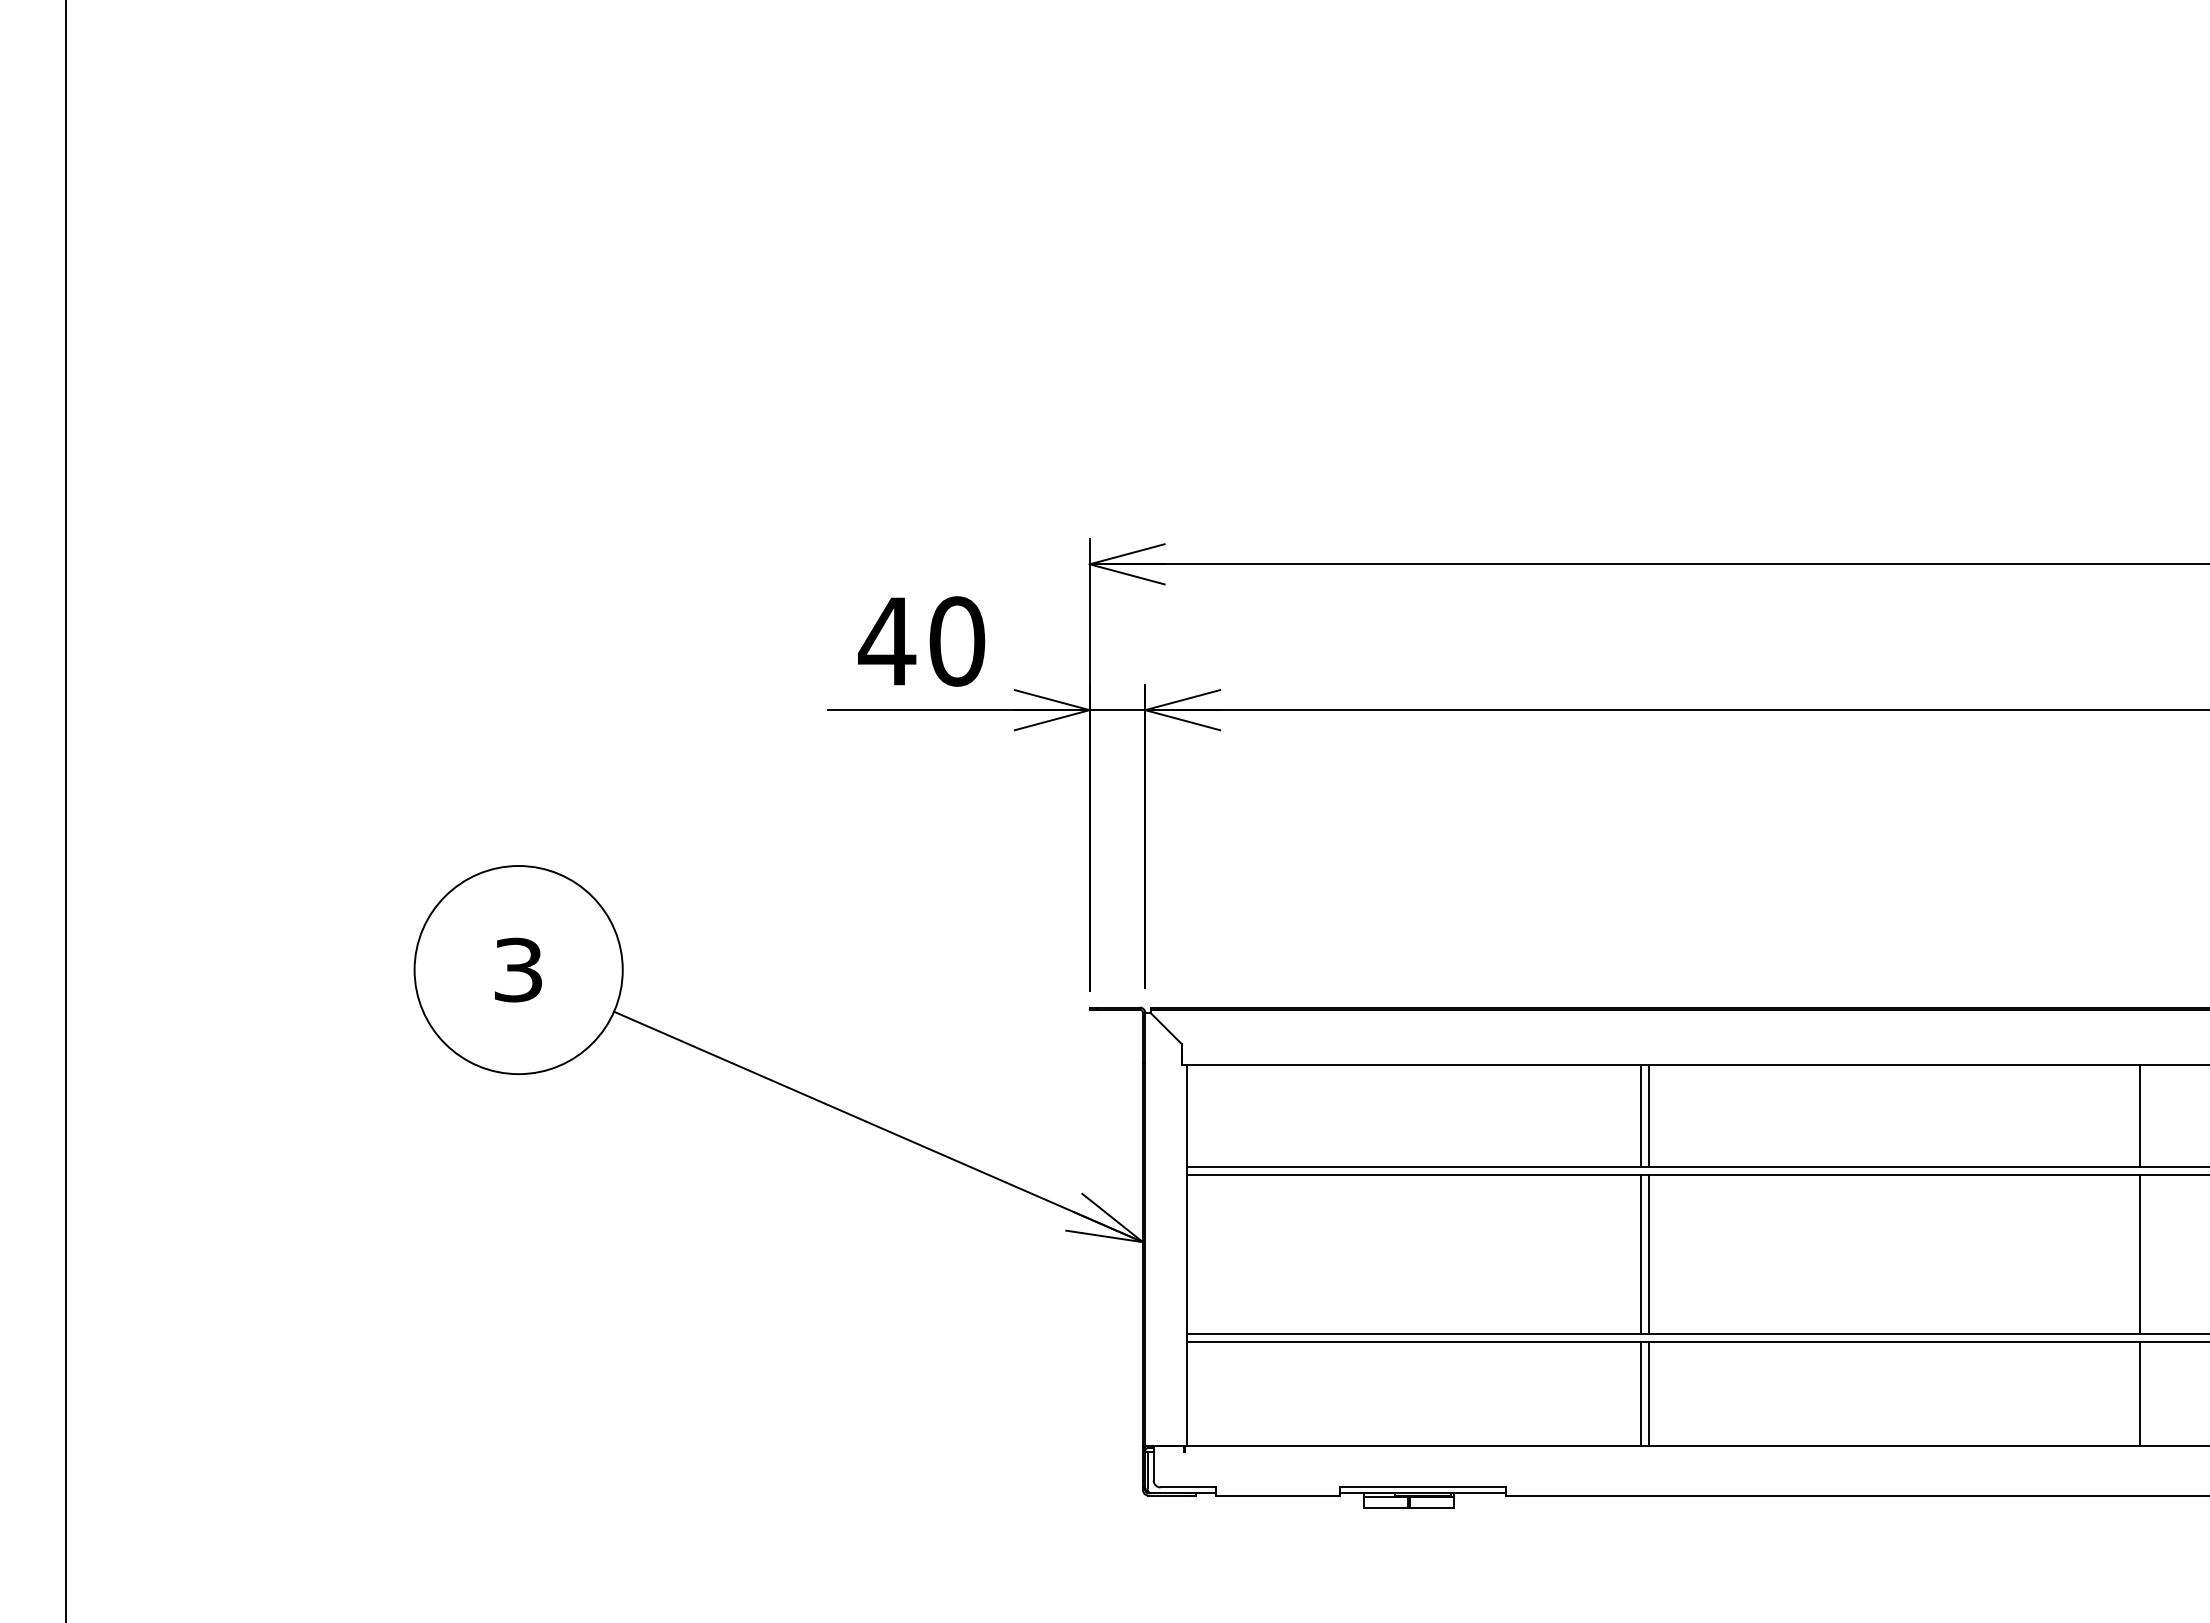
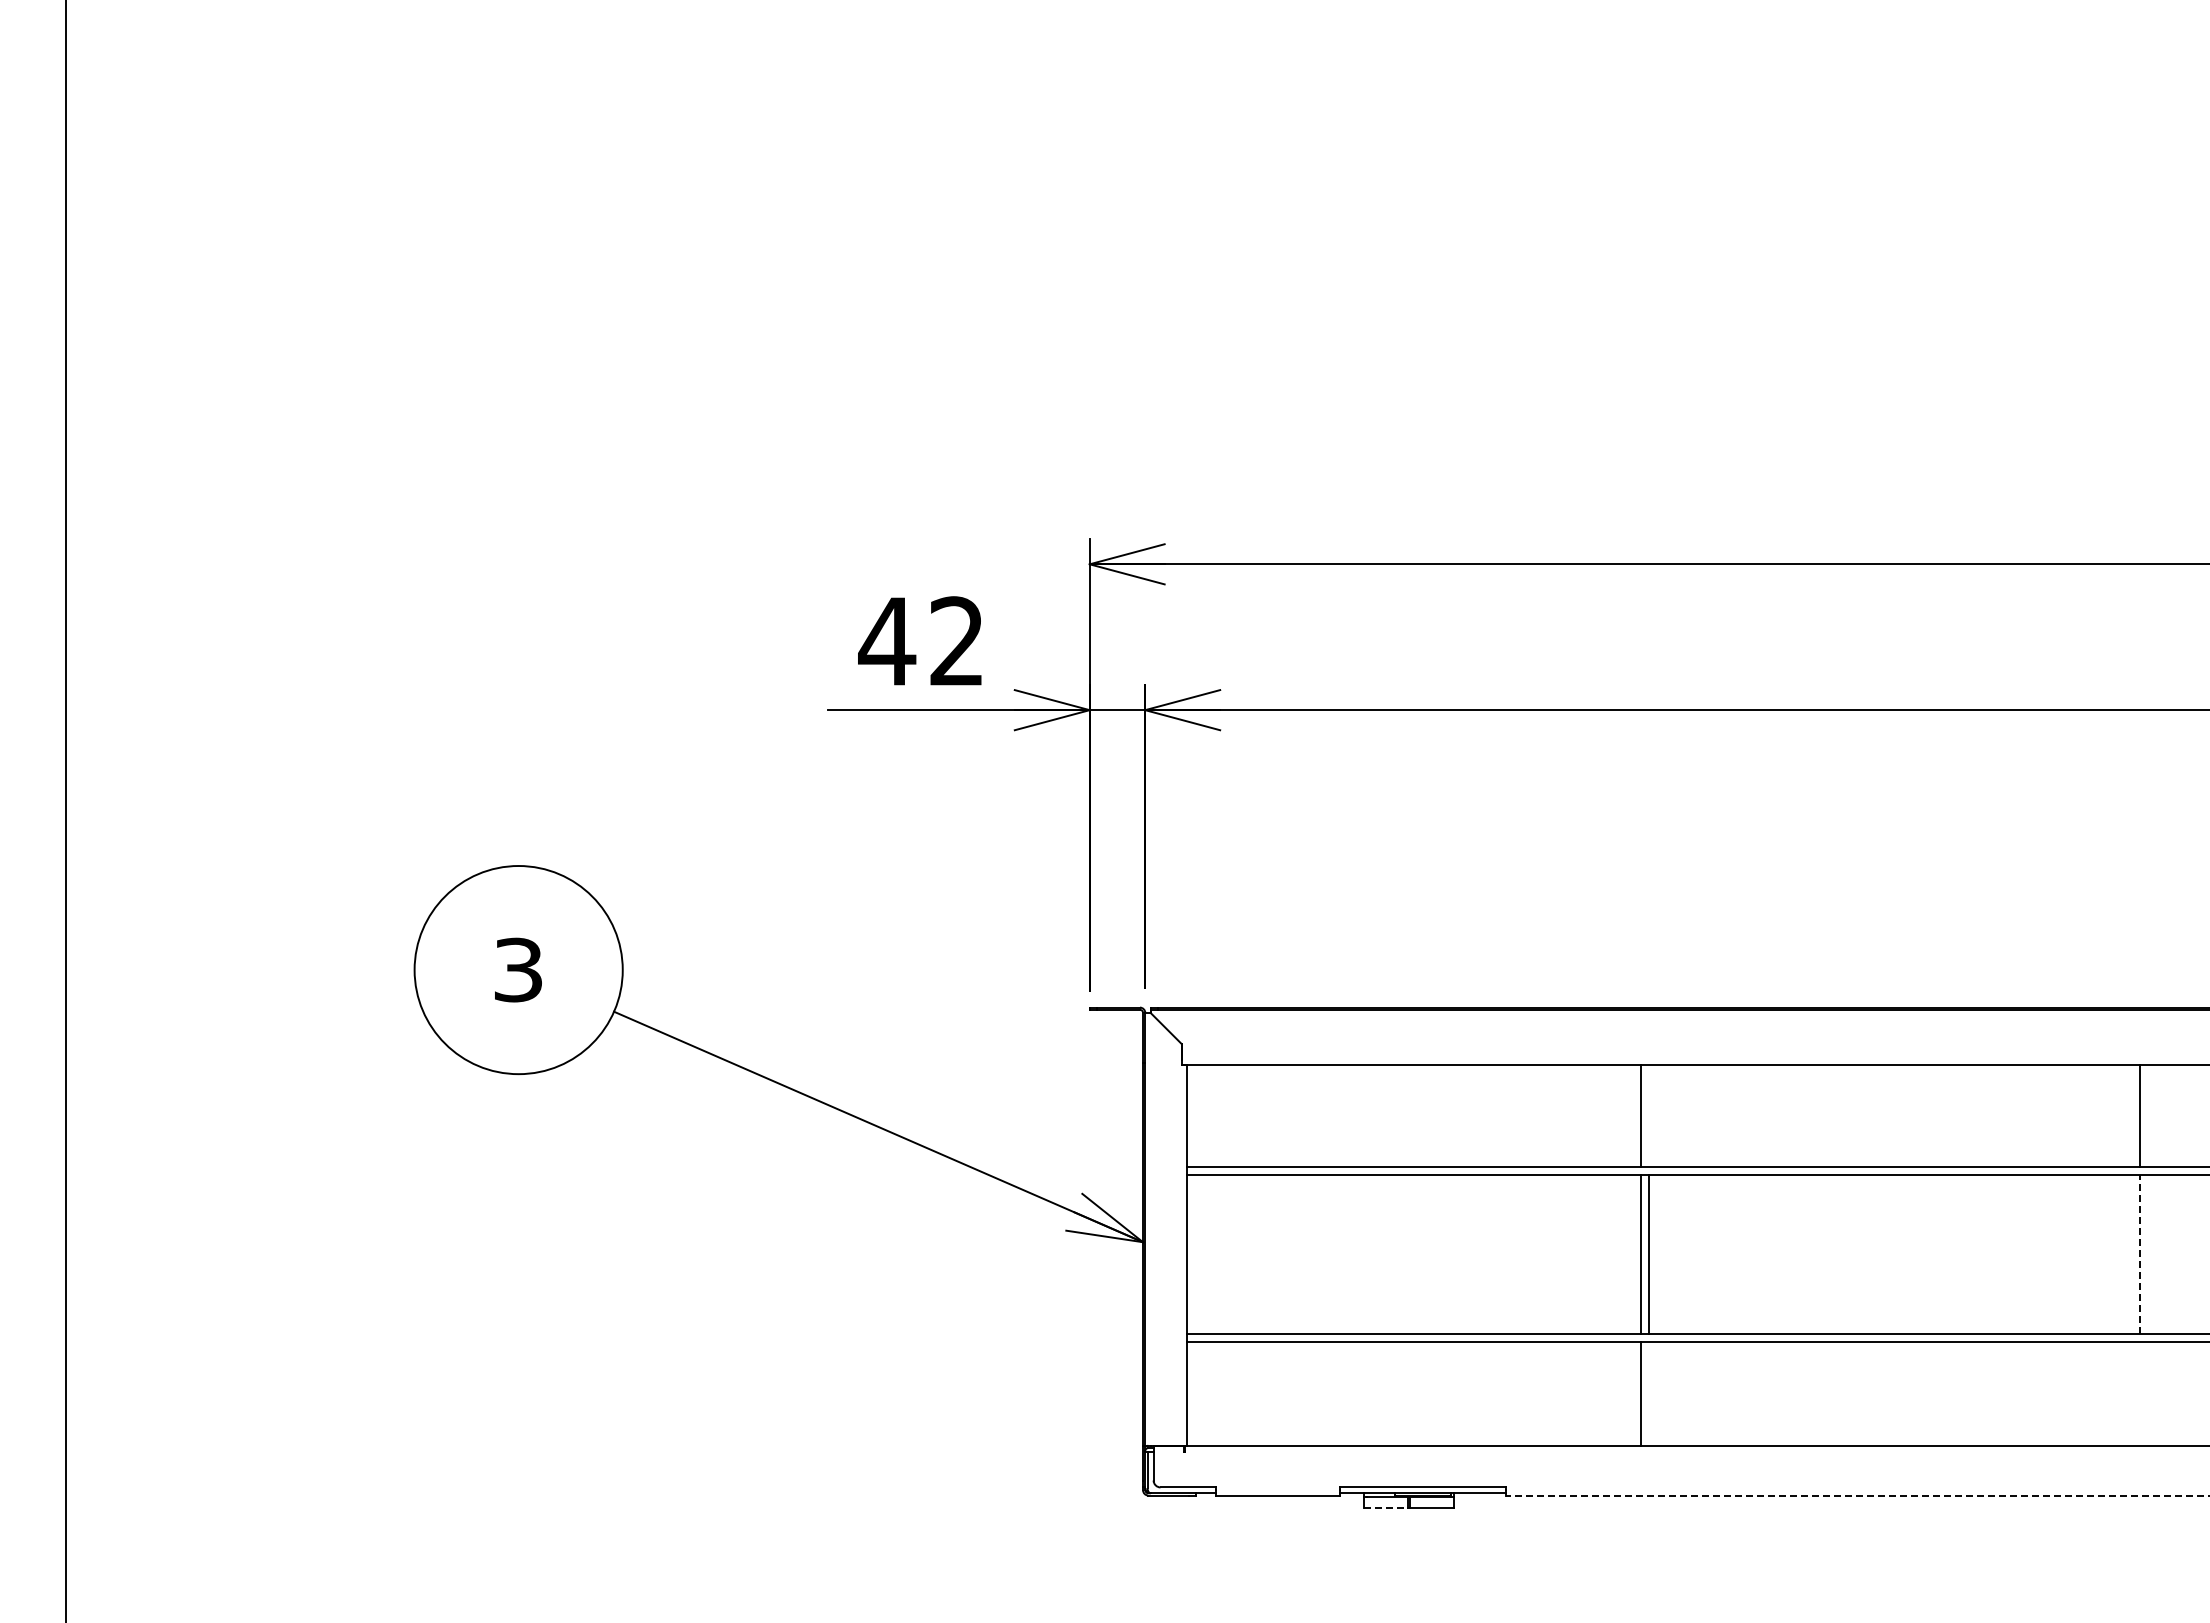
text at (957, 641): 40 -> 42
line at (1648, 1116): present -> none
line at (2140, 1253): solid -> dashed
line at (1648, 1393): present -> none
line at (2140, 1393): present -> none
line at (1857, 1495): solid -> dashed
line at (1385, 1507): solid -> dashed
